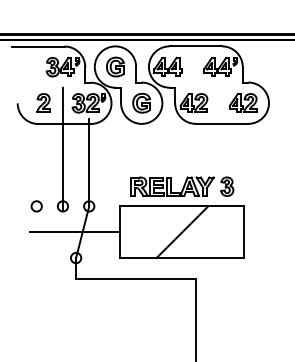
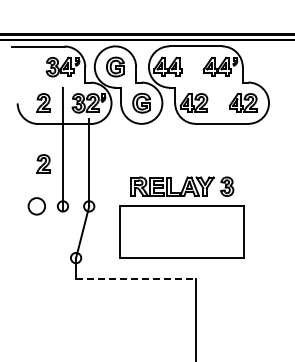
part at (43, 163): none -> present
part at (36, 206) size: 13x13 px -> 19x19 px
line at (75, 232): present -> none
line at (182, 232): present -> none
line at (135, 278): solid -> dashed
